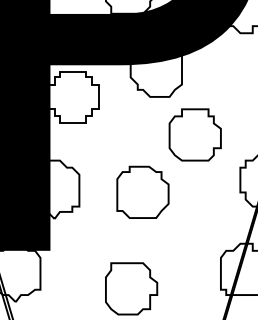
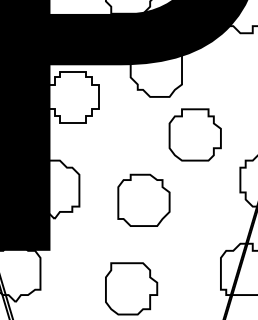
part at (142, 191) position: (142, 191) -> (143, 199)
